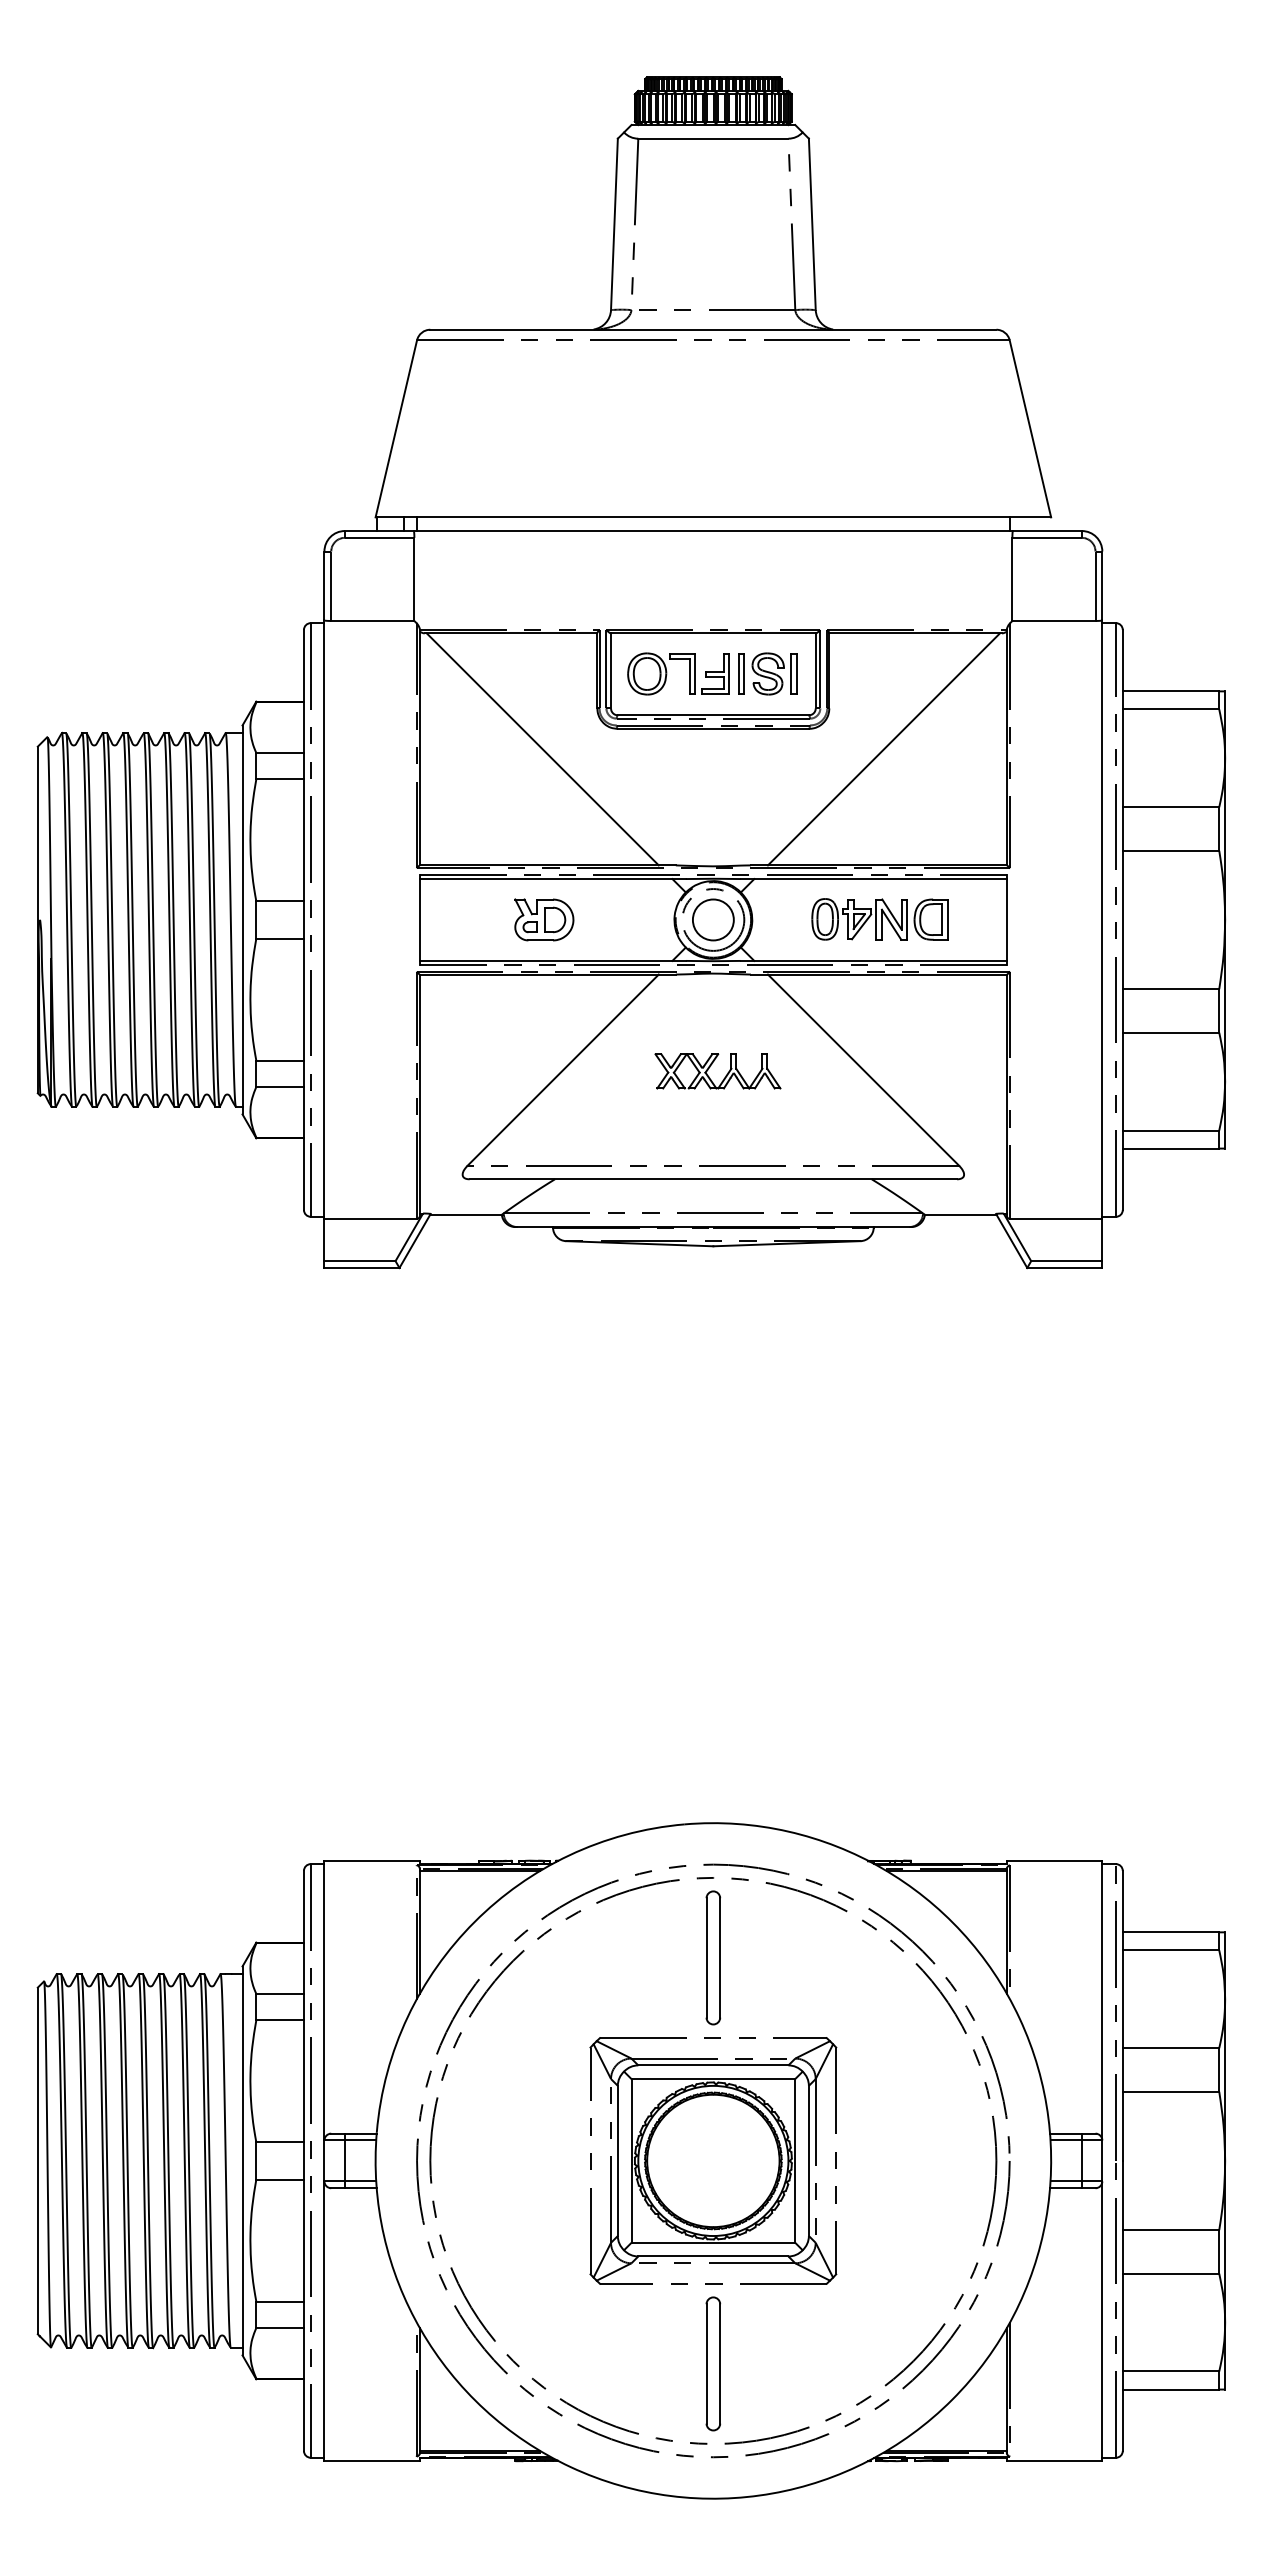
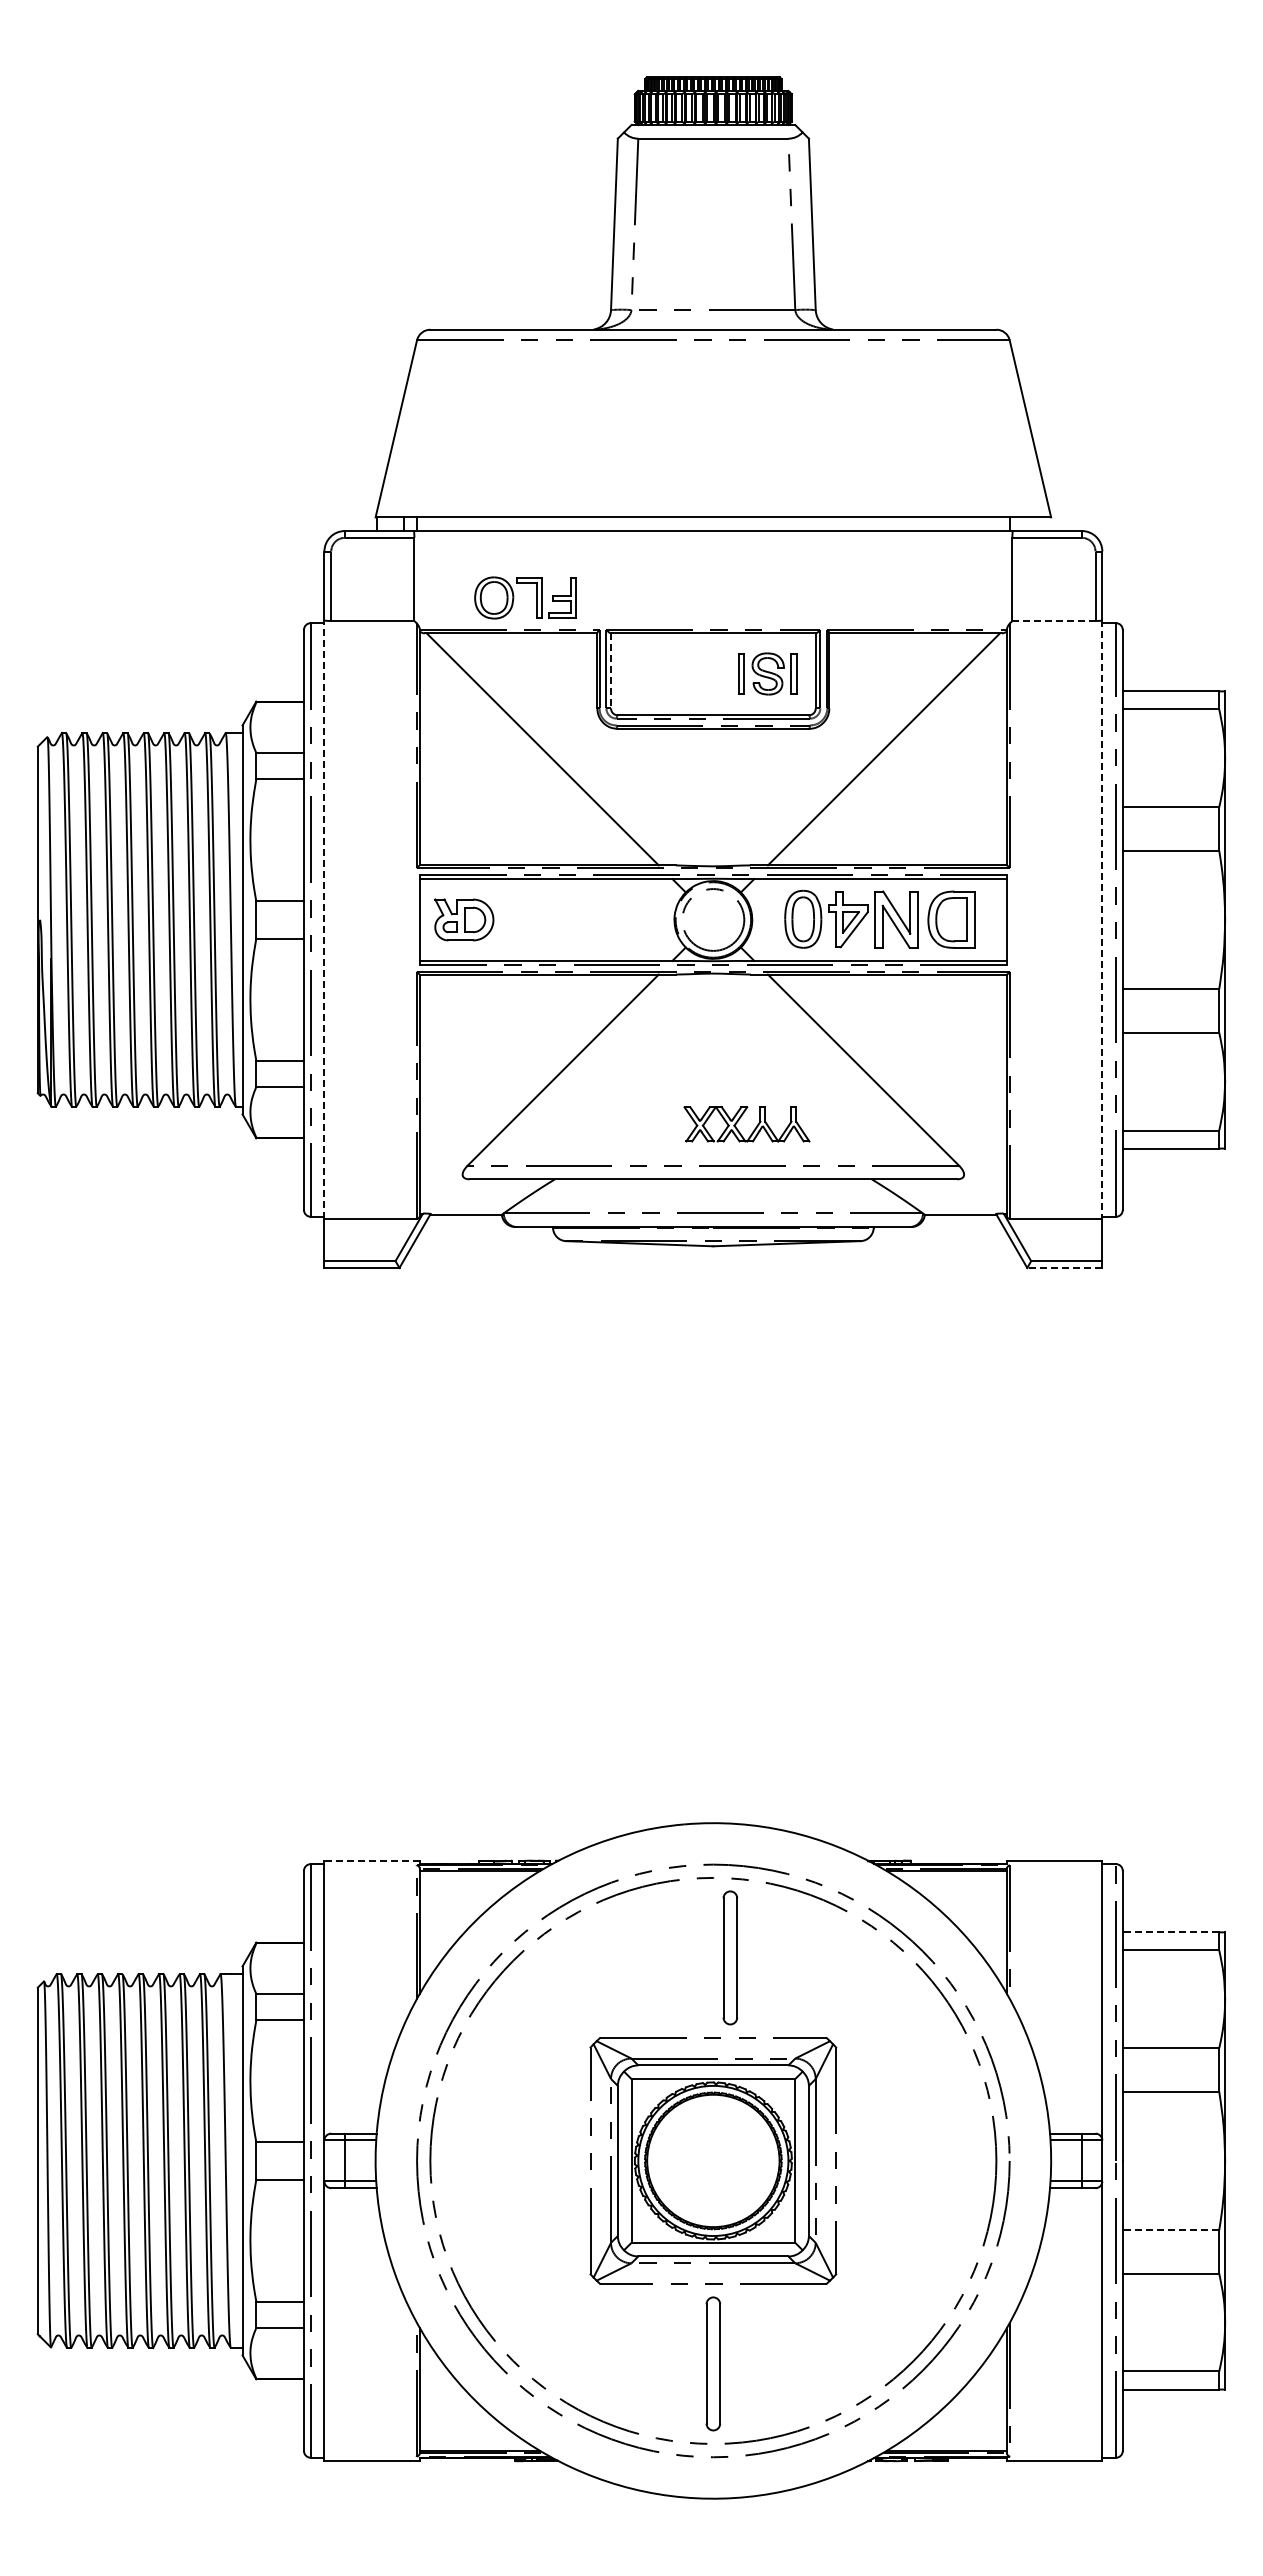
line at (1053, 621): solid -> dashed
line at (611, 670): solid -> dashed
part at (667, 673) position: (667, 673) -> (514, 597)
line at (324, 919): solid -> dashed
part at (544, 919) position: (544, 919) -> (464, 919)
circle at (713, 919): present -> none
part at (879, 919) size: 138x43 px -> 192x60 px
line at (1102, 920): solid -> dashed
part at (710, 1067) position: (710, 1067) -> (739, 1120)
line at (1064, 1267): solid -> dashed
line at (372, 1860): solid -> dashed
line at (1170, 1932): solid -> dashed
part at (713, 1957) position: (713, 1957) -> (730, 1957)
line at (1170, 2230): solid -> dashed
